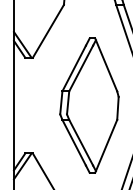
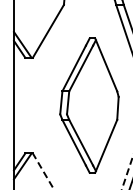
line at (43, 171): solid -> dashed
line at (127, 172): solid -> dashed
